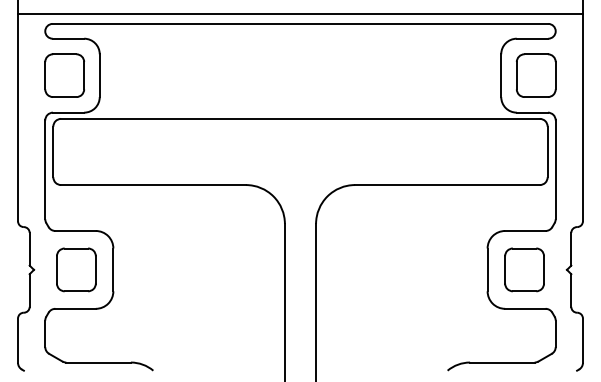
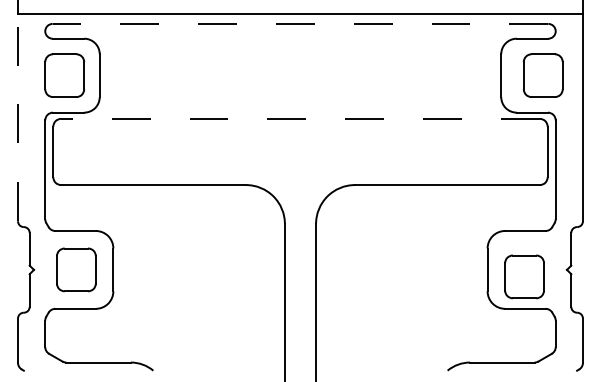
line at (300, 23): solid -> dashed
part at (536, 75) position: (536, 75) -> (543, 75)
line at (18, 117): solid -> dashed
line at (299, 118): solid -> dashed
part at (524, 269) position: (524, 269) -> (524, 276)
